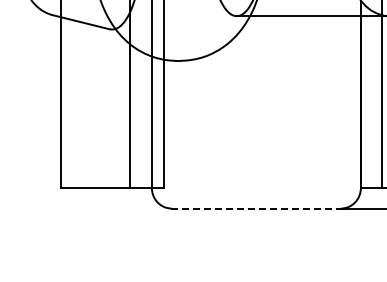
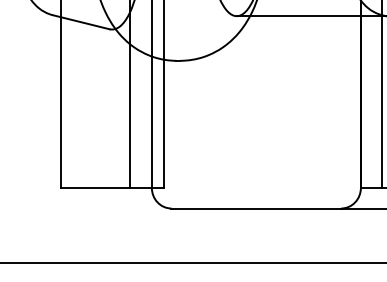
line at (256, 208): dashed -> solid
line at (192, 263): none -> present
